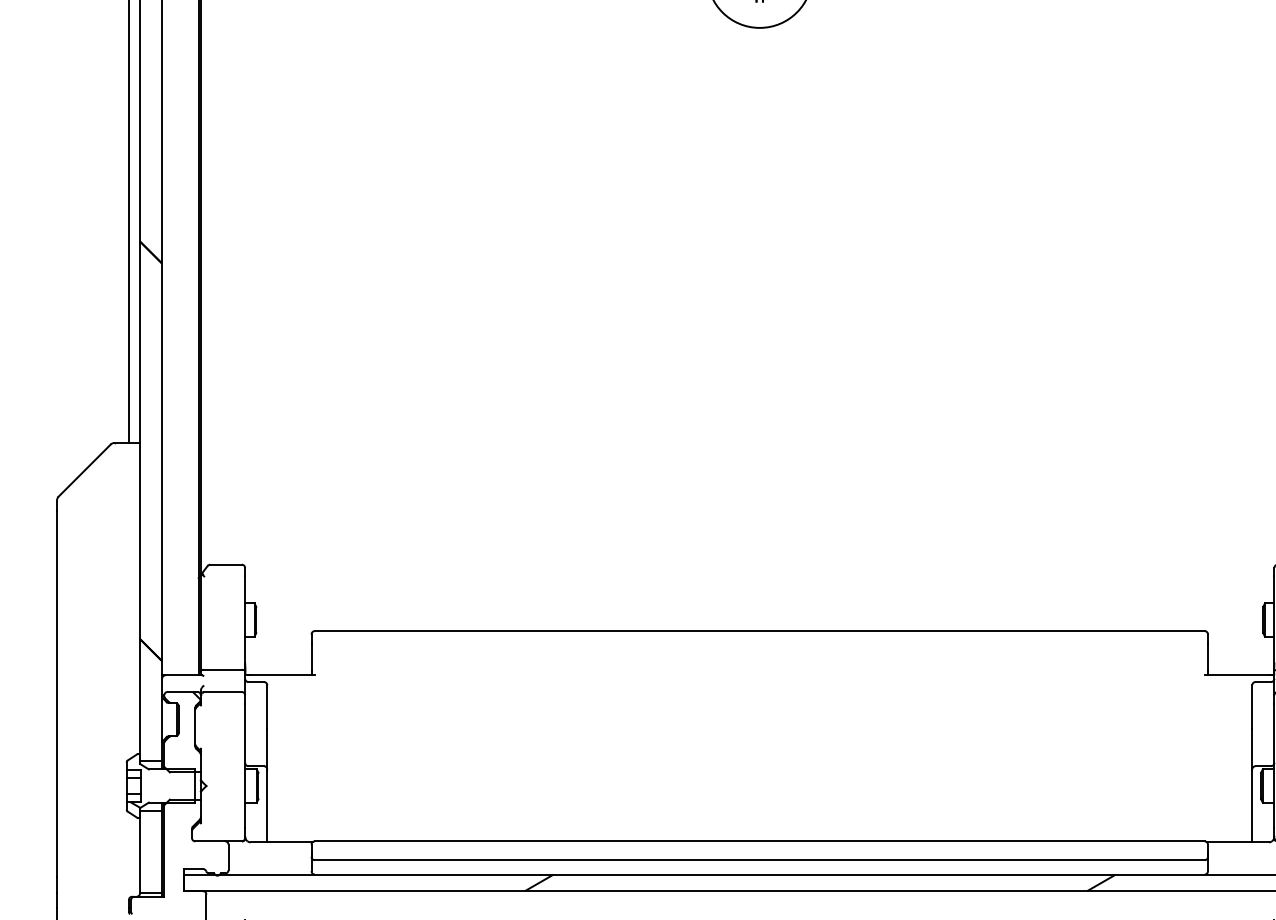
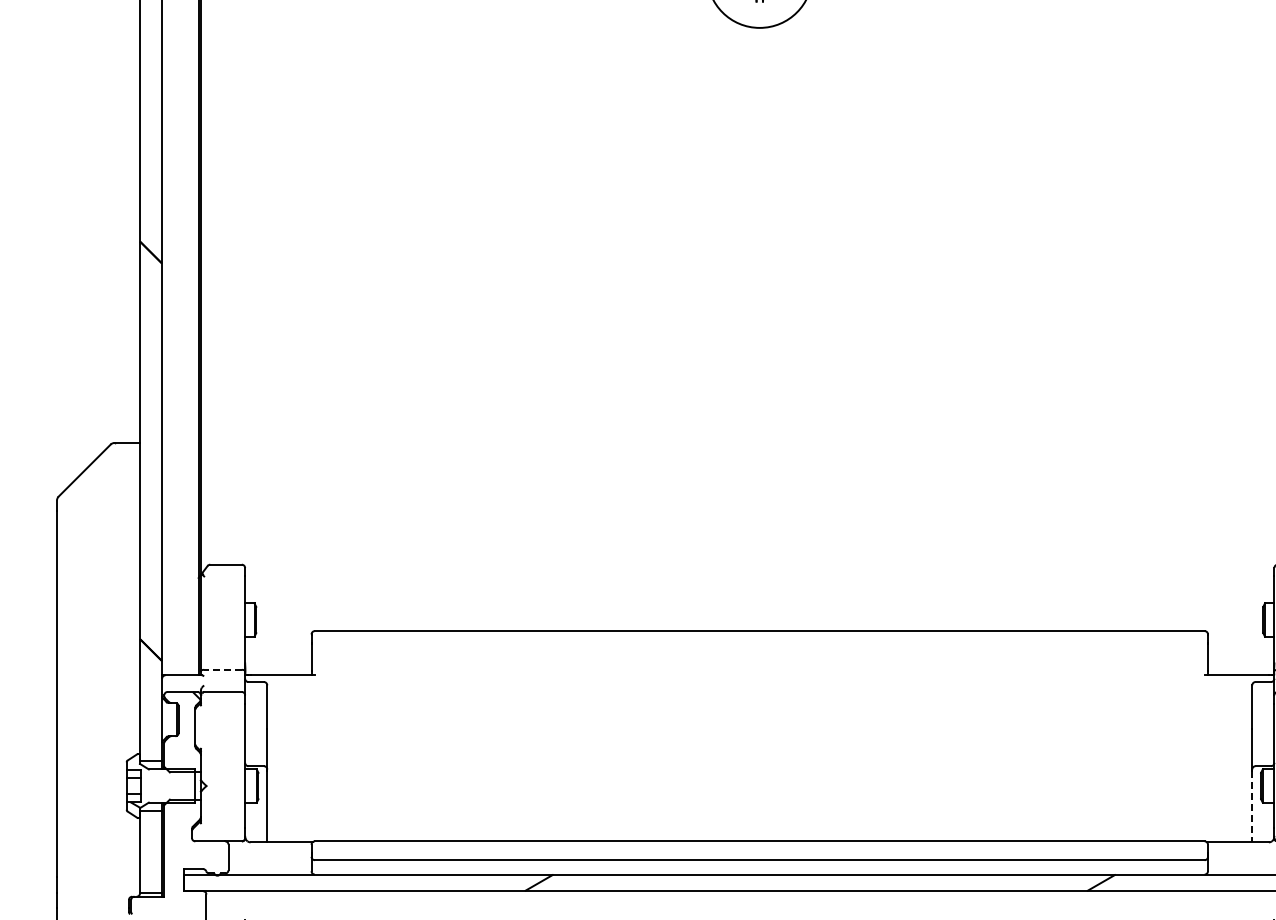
line at (128, 222): present -> none
line at (223, 669): solid -> dashed
line at (1252, 807): solid -> dashed
